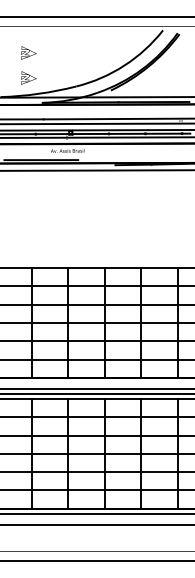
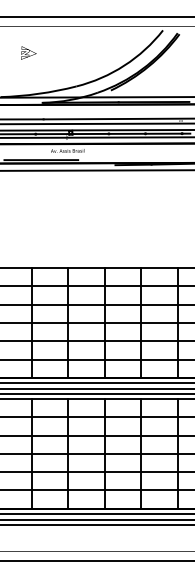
part at (28, 77): present -> none
line at (96, 383): none -> present
line at (96, 519): none -> present
